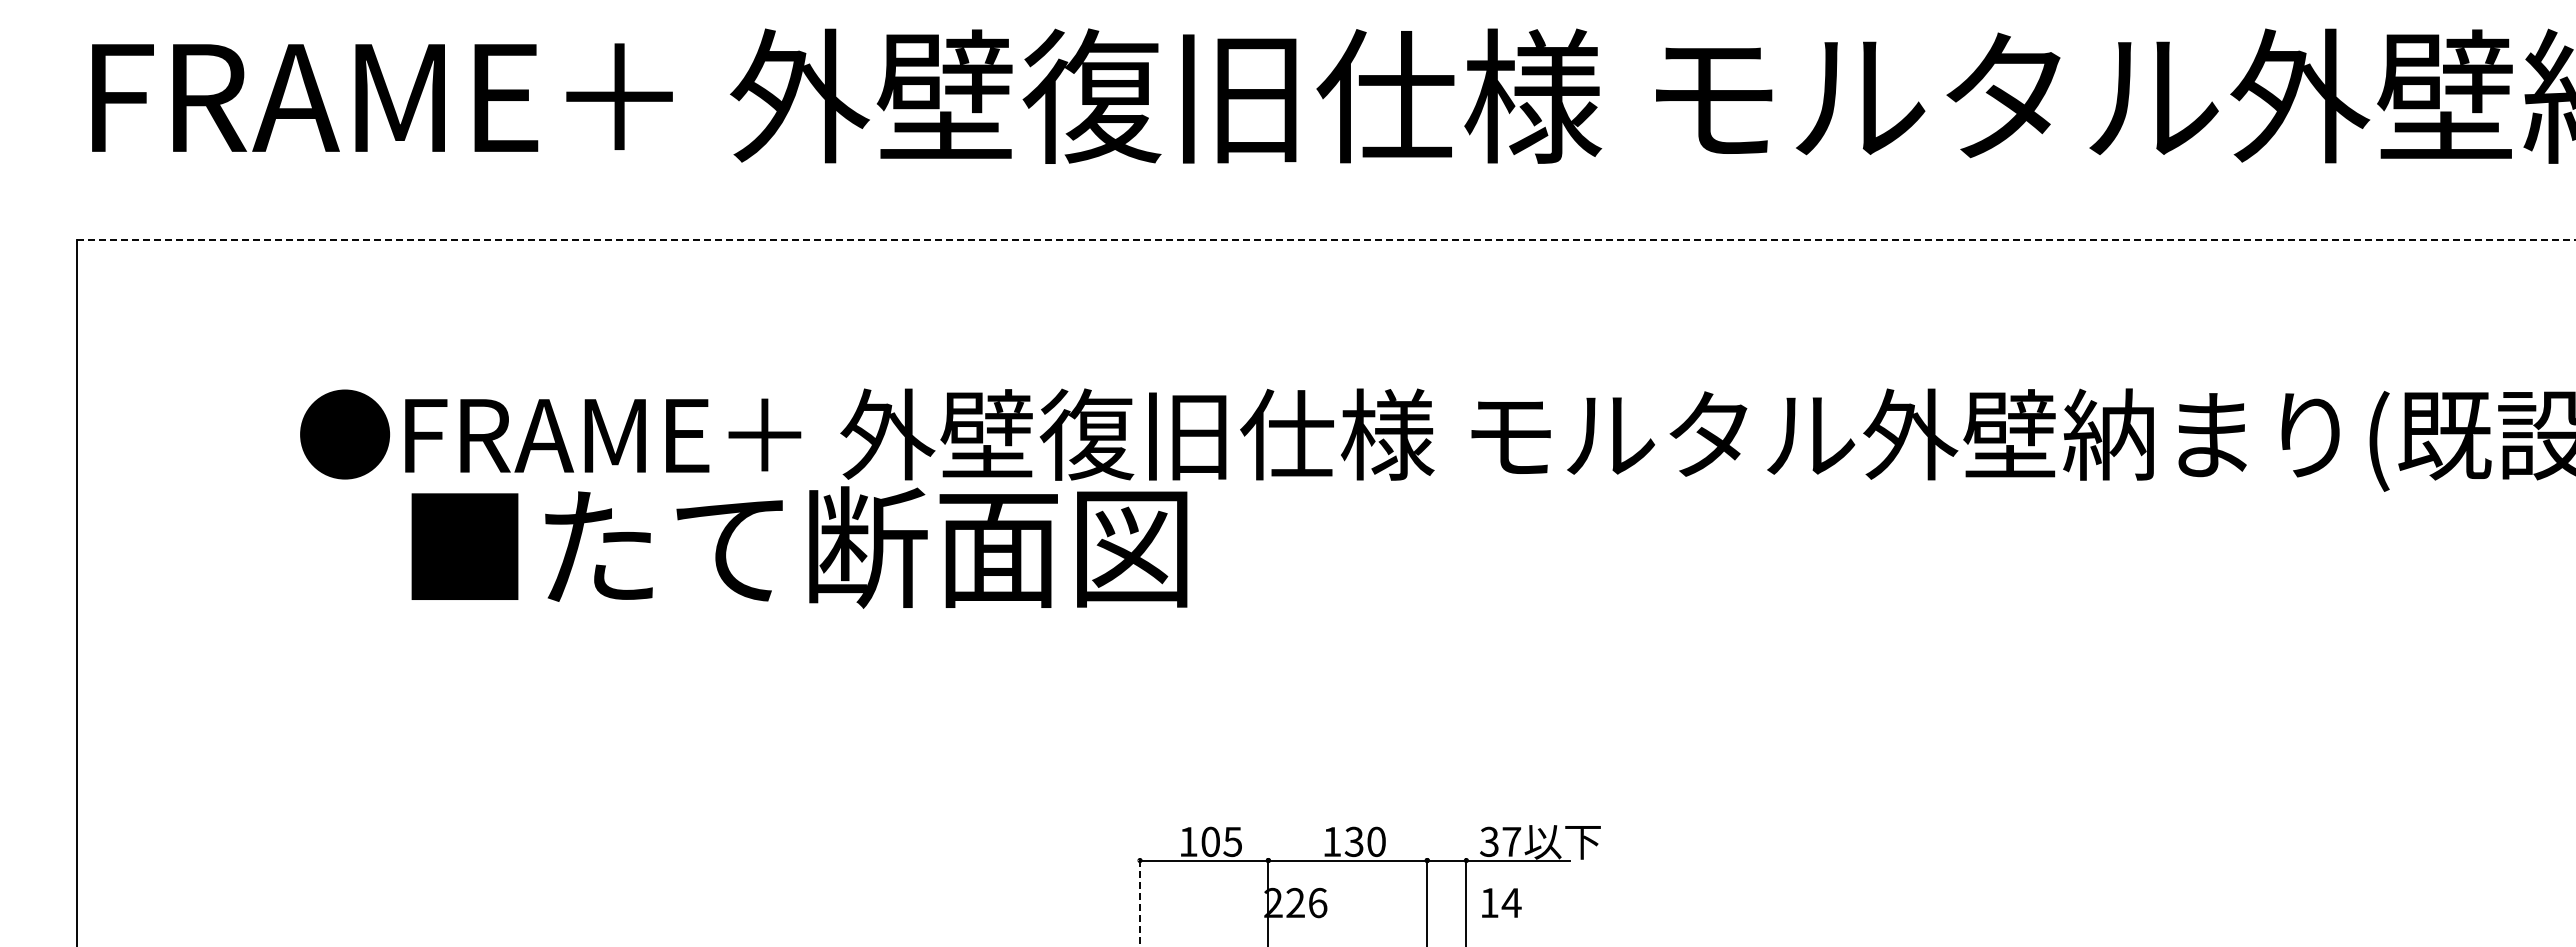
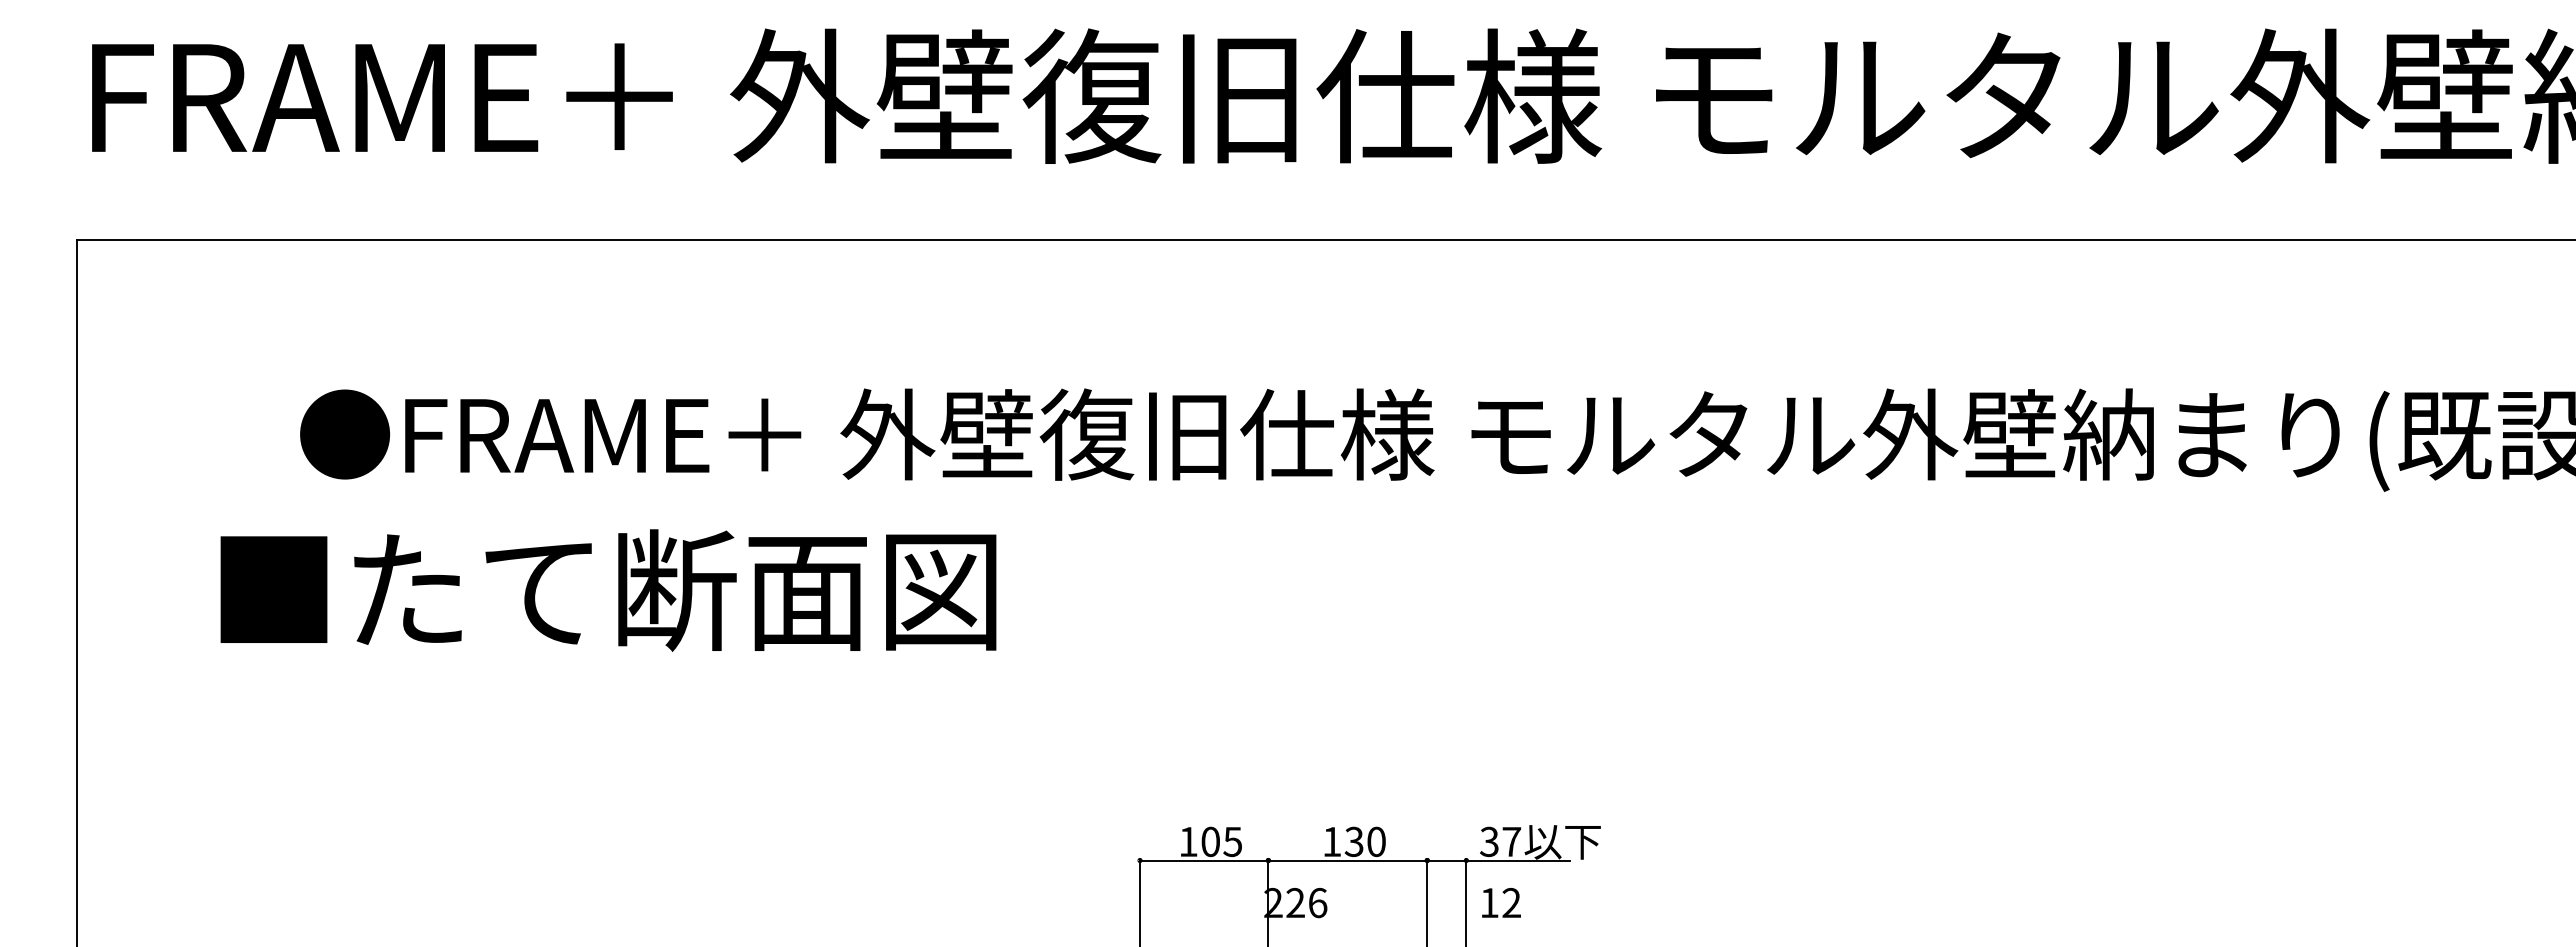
line at (1327, 239): dashed -> solid
text at (799, 547) position: (799, 547) -> (608, 590)
line at (1140, 902): dashed -> solid
text at (1511, 902): 14 -> 12
